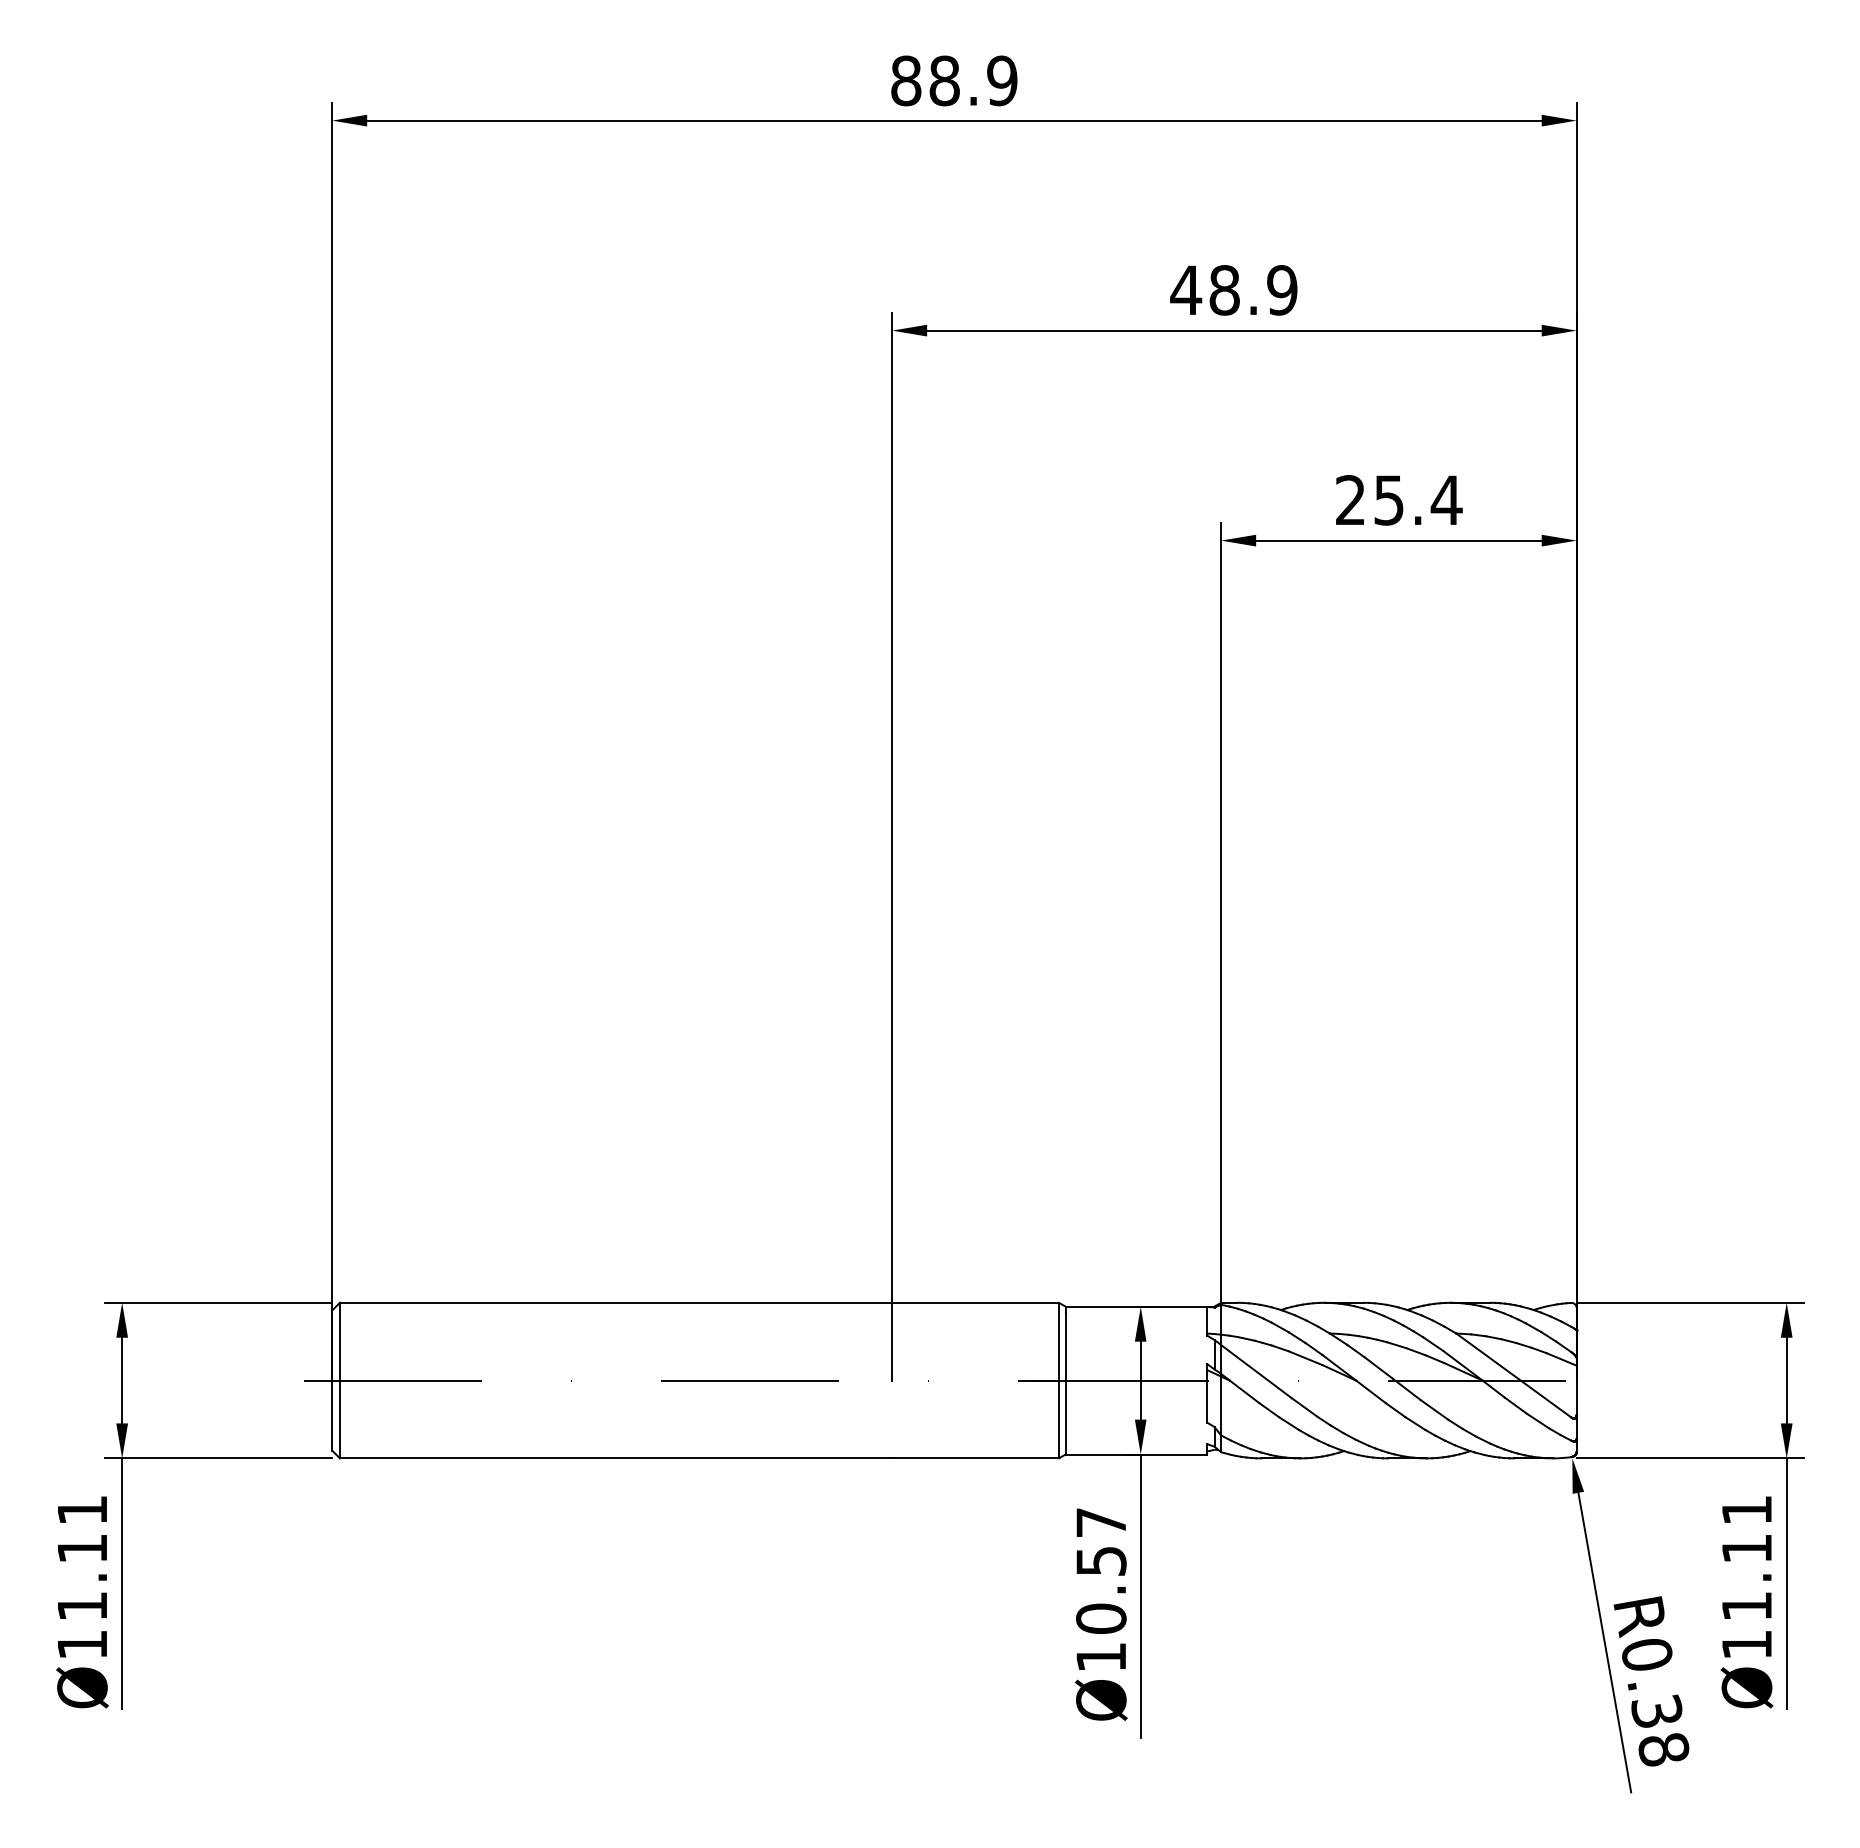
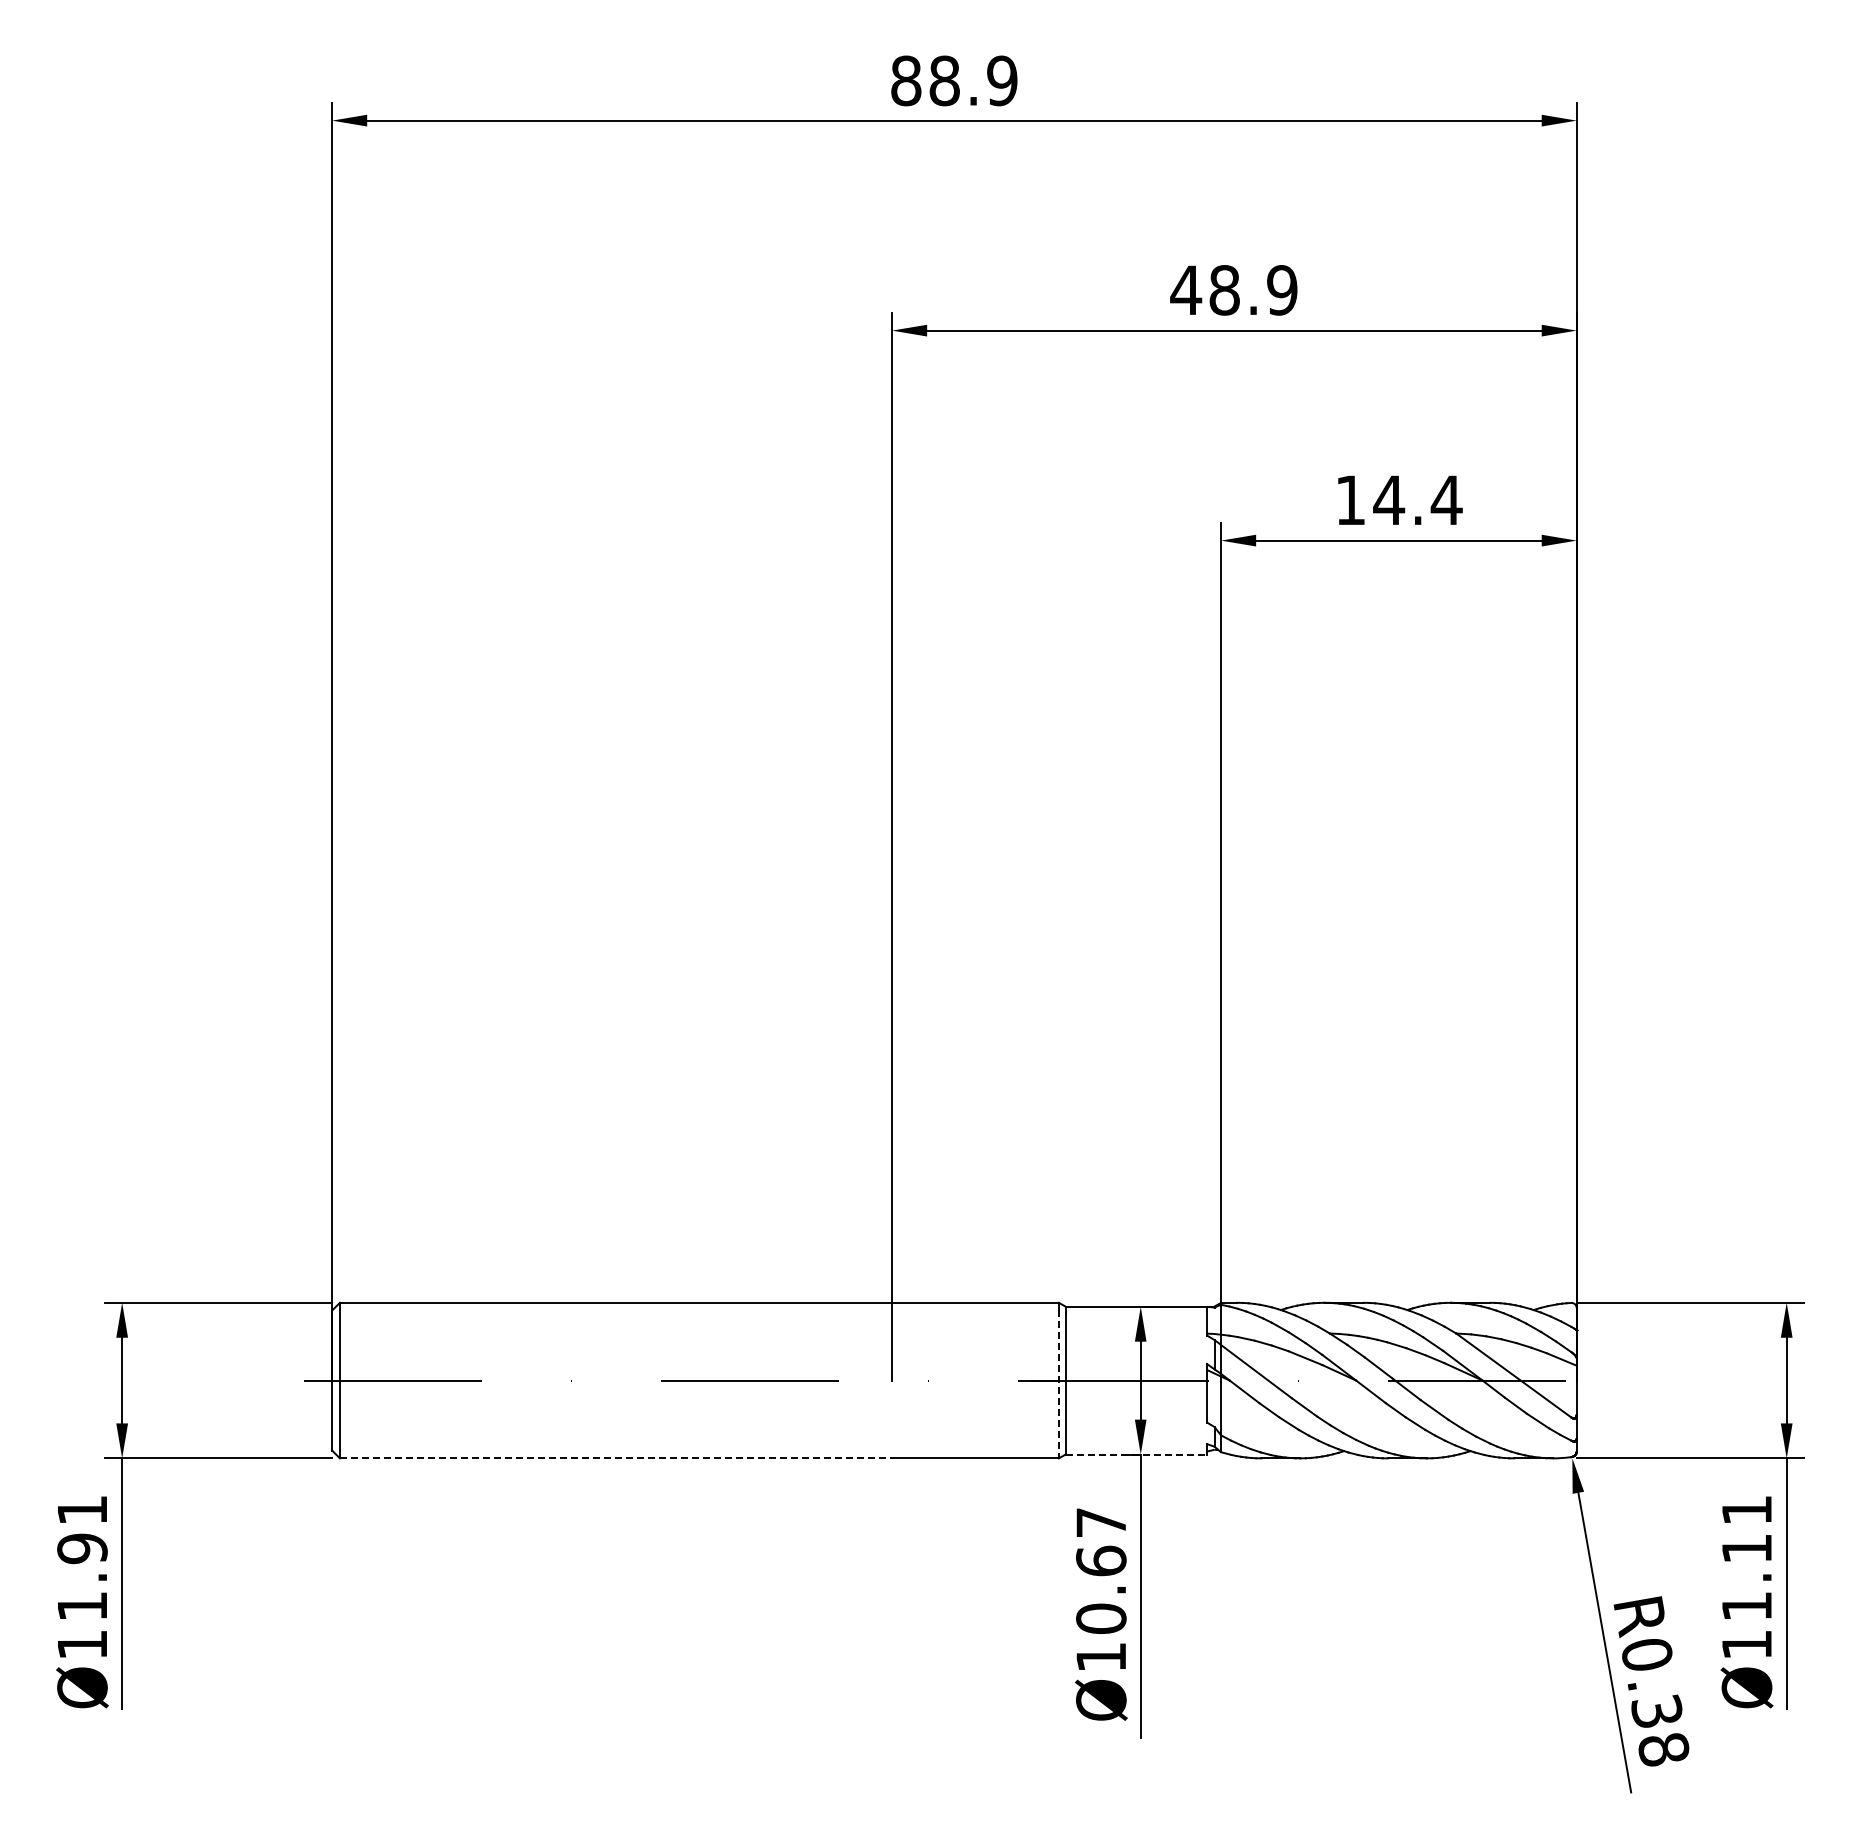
text at (1370, 500): 25.4 -> 14.4
line at (1058, 1384): solid -> dashed
line at (1136, 1454): solid -> dashed
line at (616, 1458): solid -> dashed
text at (82, 1548): Ø11.11 -> Ø11.91
text at (1101, 1560): Ø10.57 -> Ø10.67
